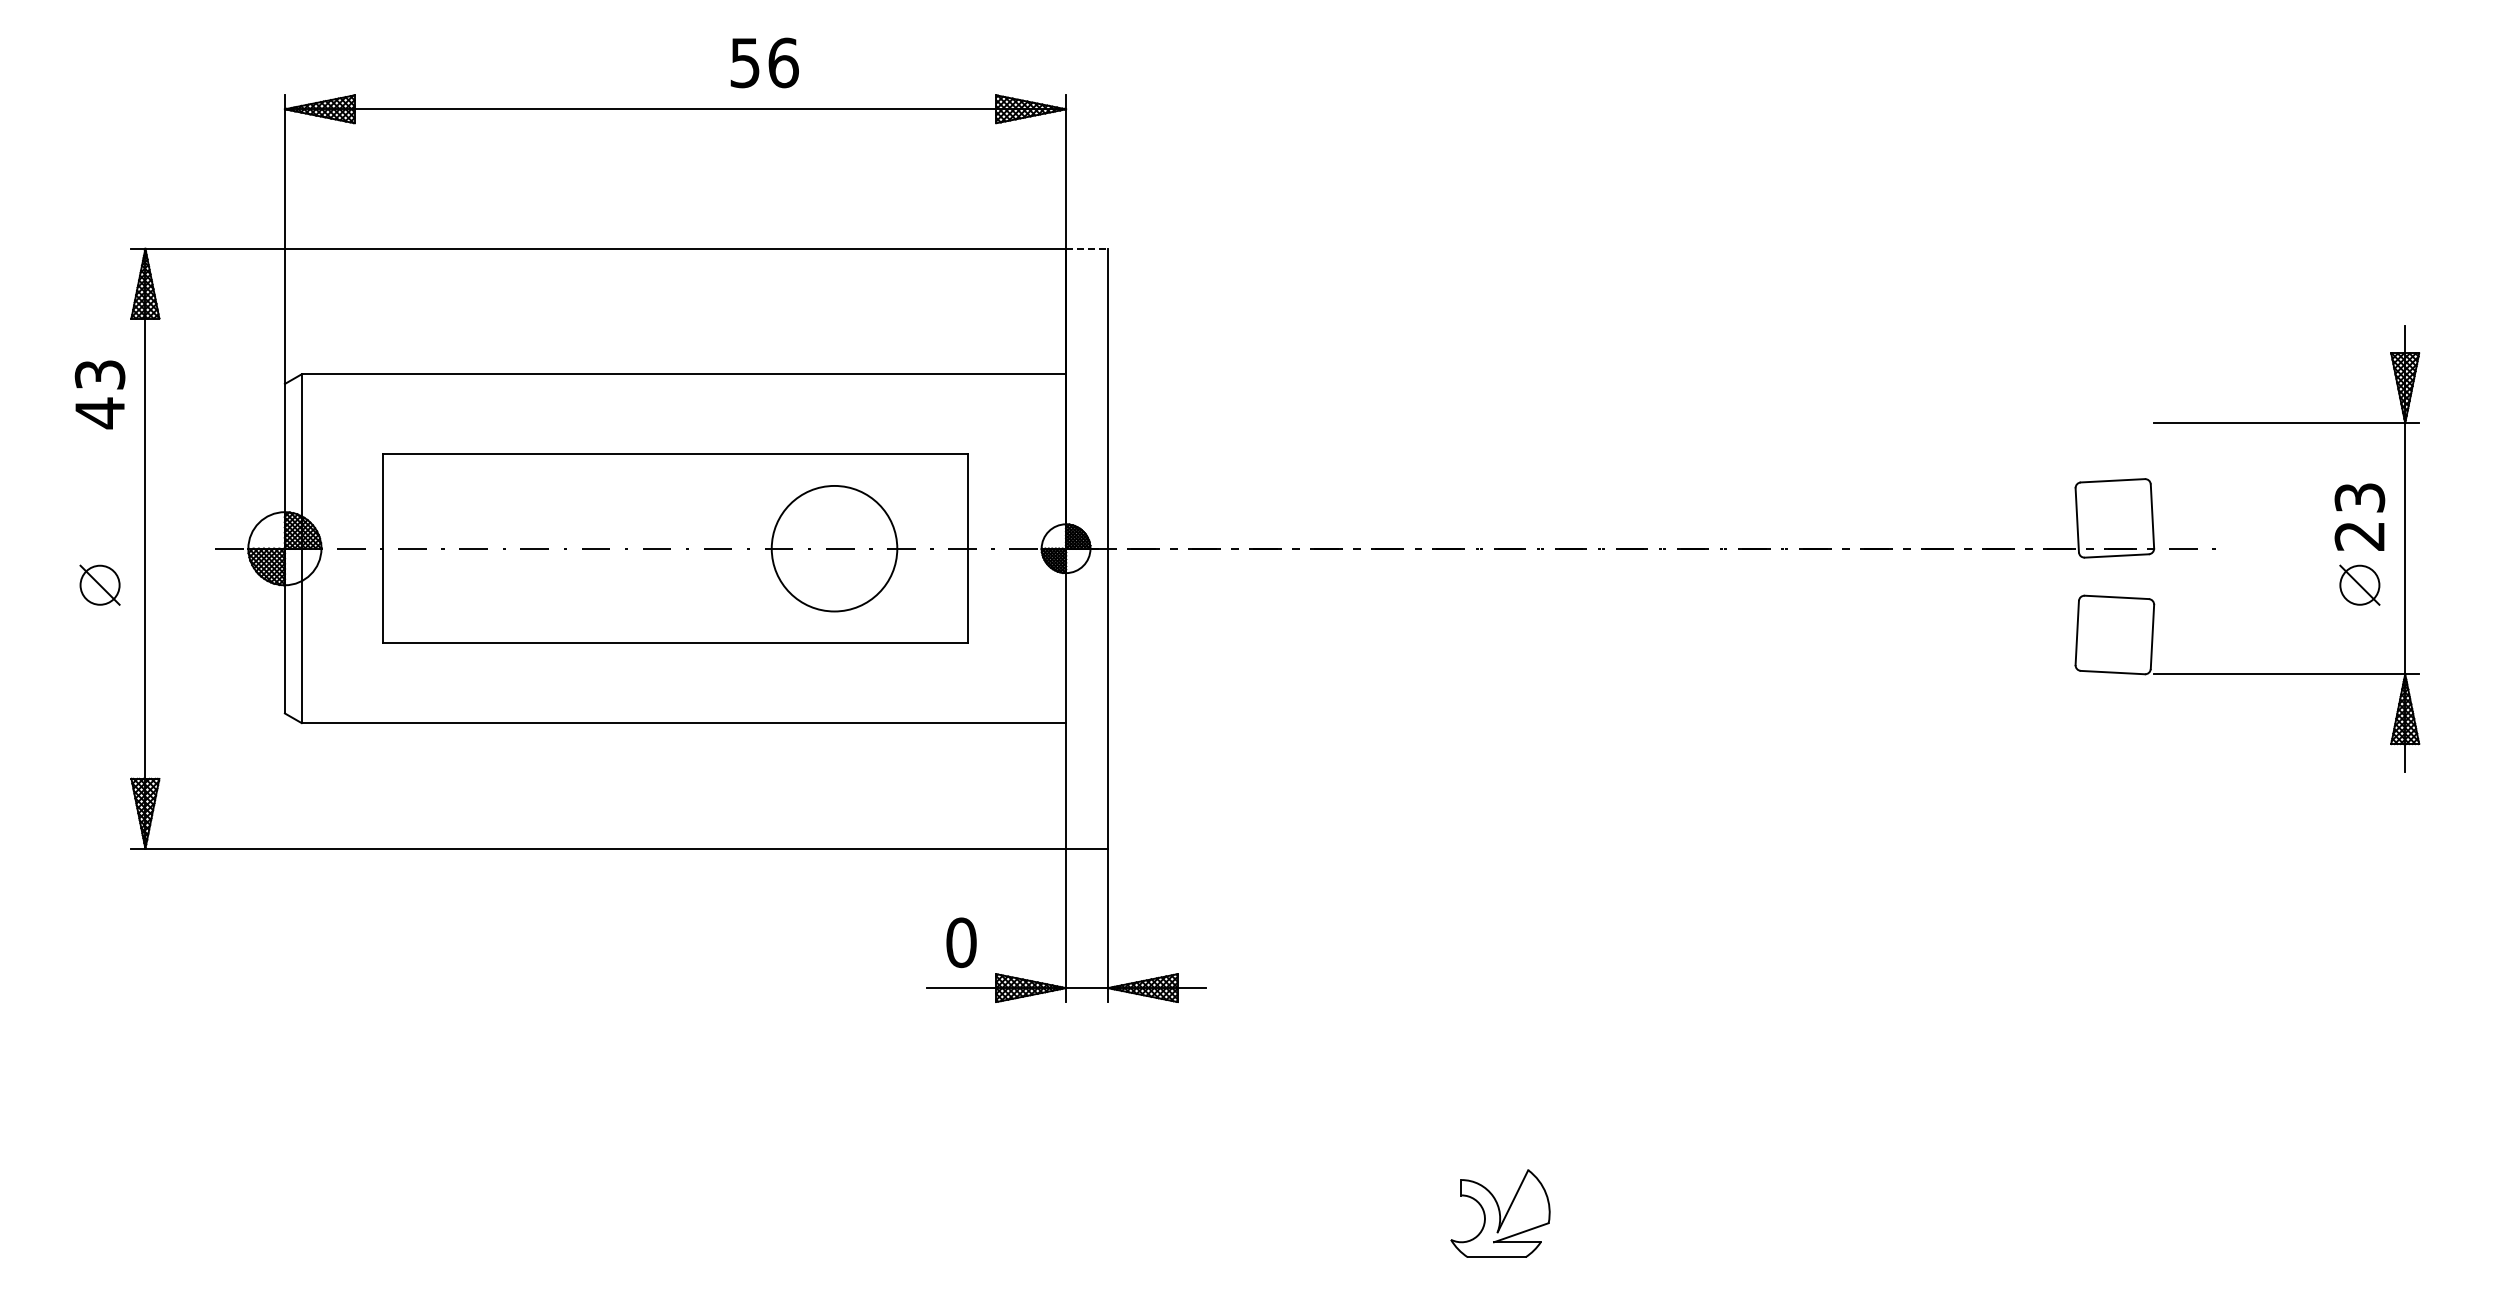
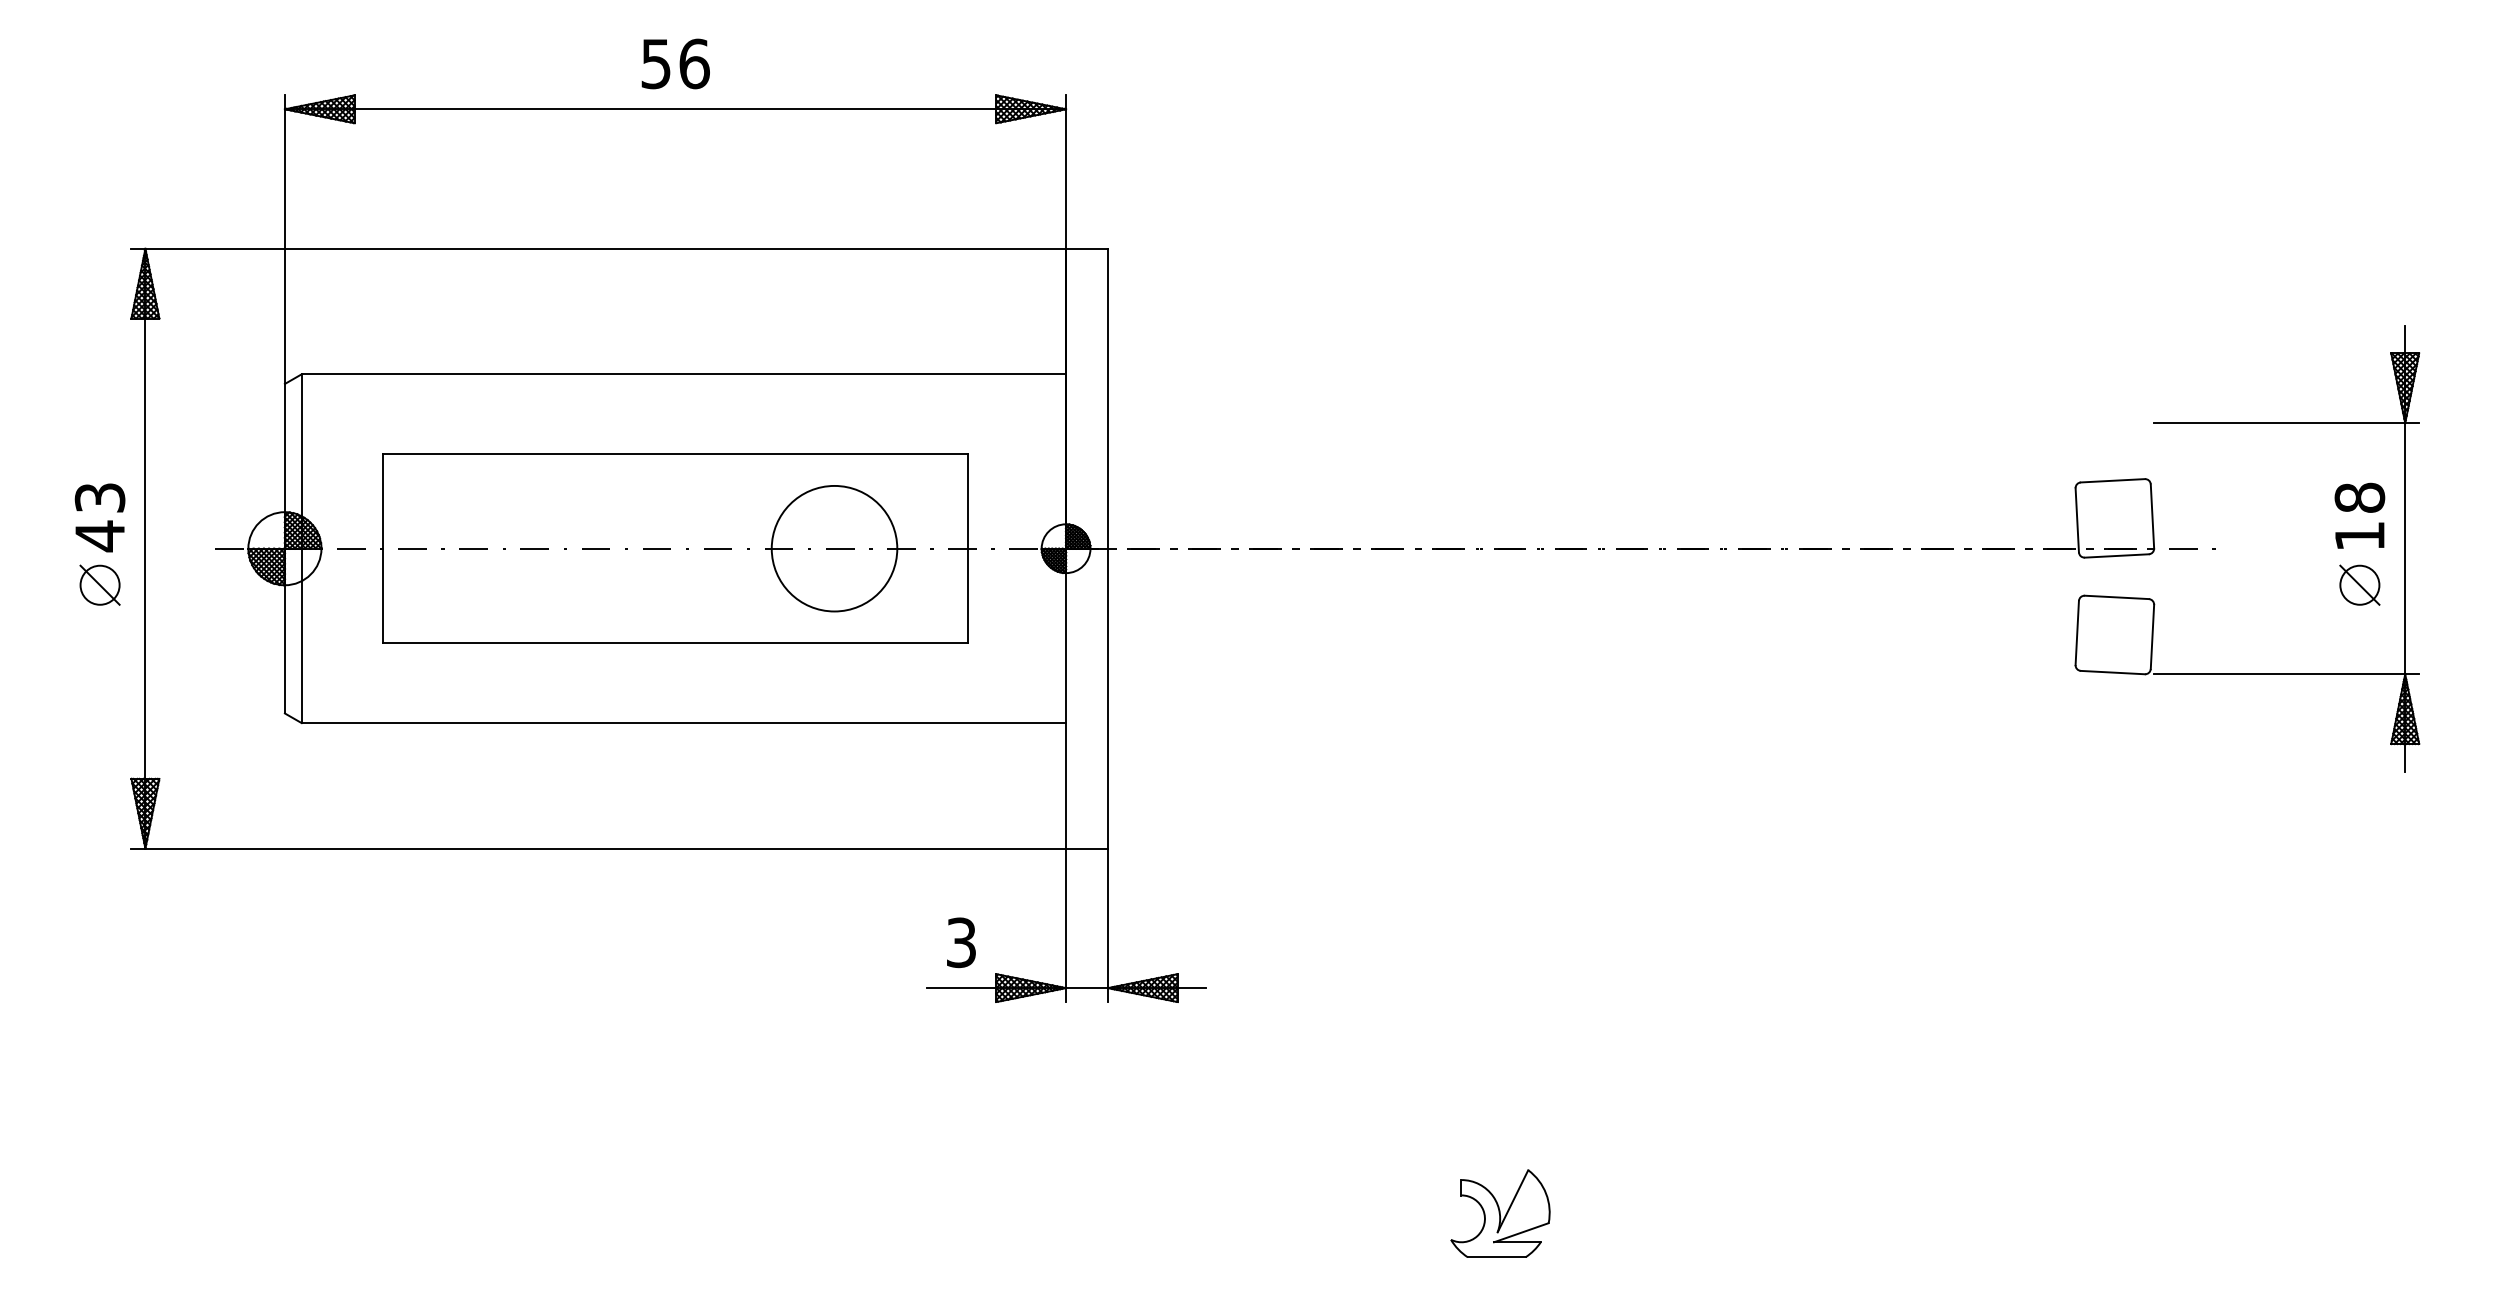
text at (764, 62) position: (764, 62) -> (675, 63)
line at (1087, 248): dashed -> solid
text at (99, 394) position: (99, 394) -> (99, 517)
text at (2359, 516): 23 -> 18
text at (961, 942): 0 -> 3
